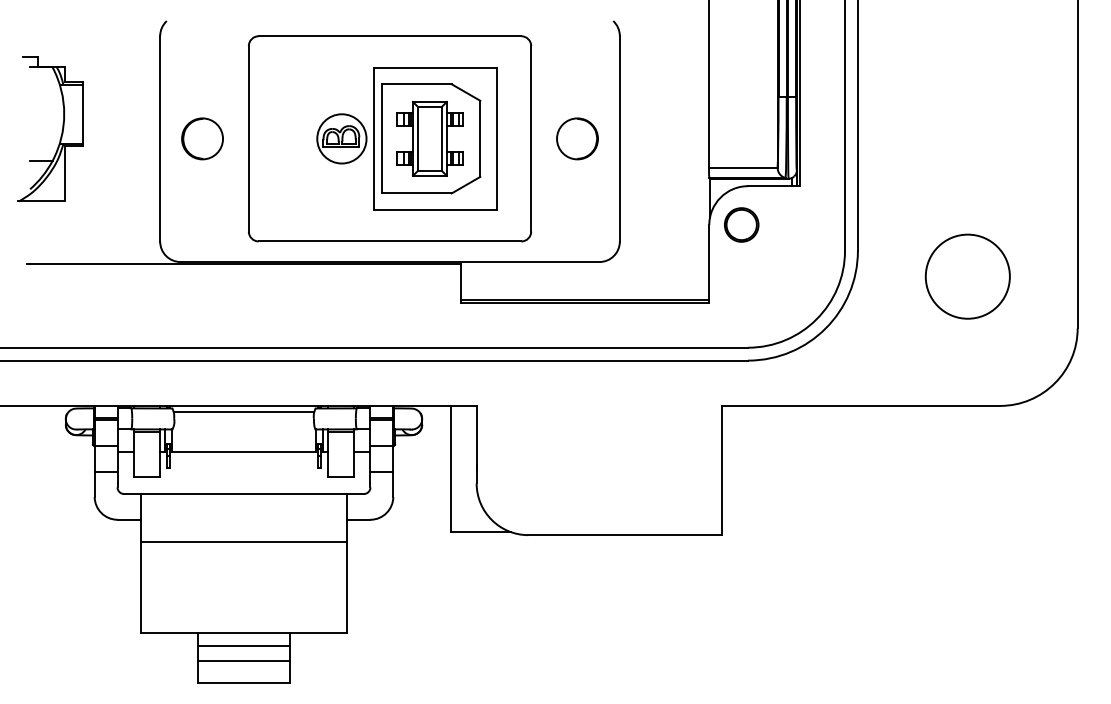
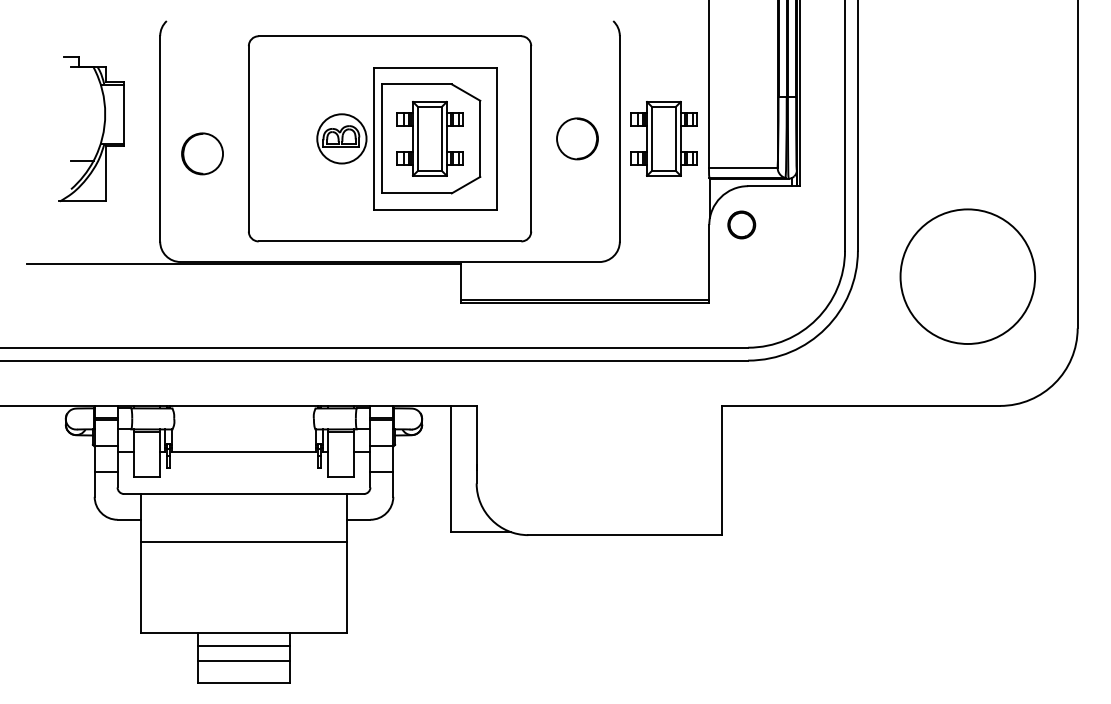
part at (61, 131) position: (61, 131) -> (102, 131)
part at (202, 138) position: (202, 138) -> (202, 153)
part at (663, 138): none -> present
part at (741, 224) size: 36x36 px -> 30x30 px
circle at (967, 276) diameter: 84 px -> 135 px
line at (243, 412): present -> none
